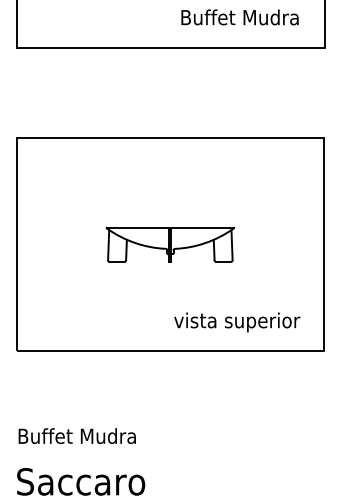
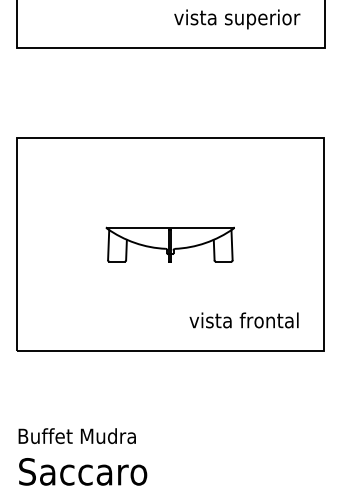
text at (237, 19): Buffet Mudra -> vista superior
text at (237, 322): vista superior -> vista frontal
text at (81, 481) position: (81, 481) -> (83, 471)
